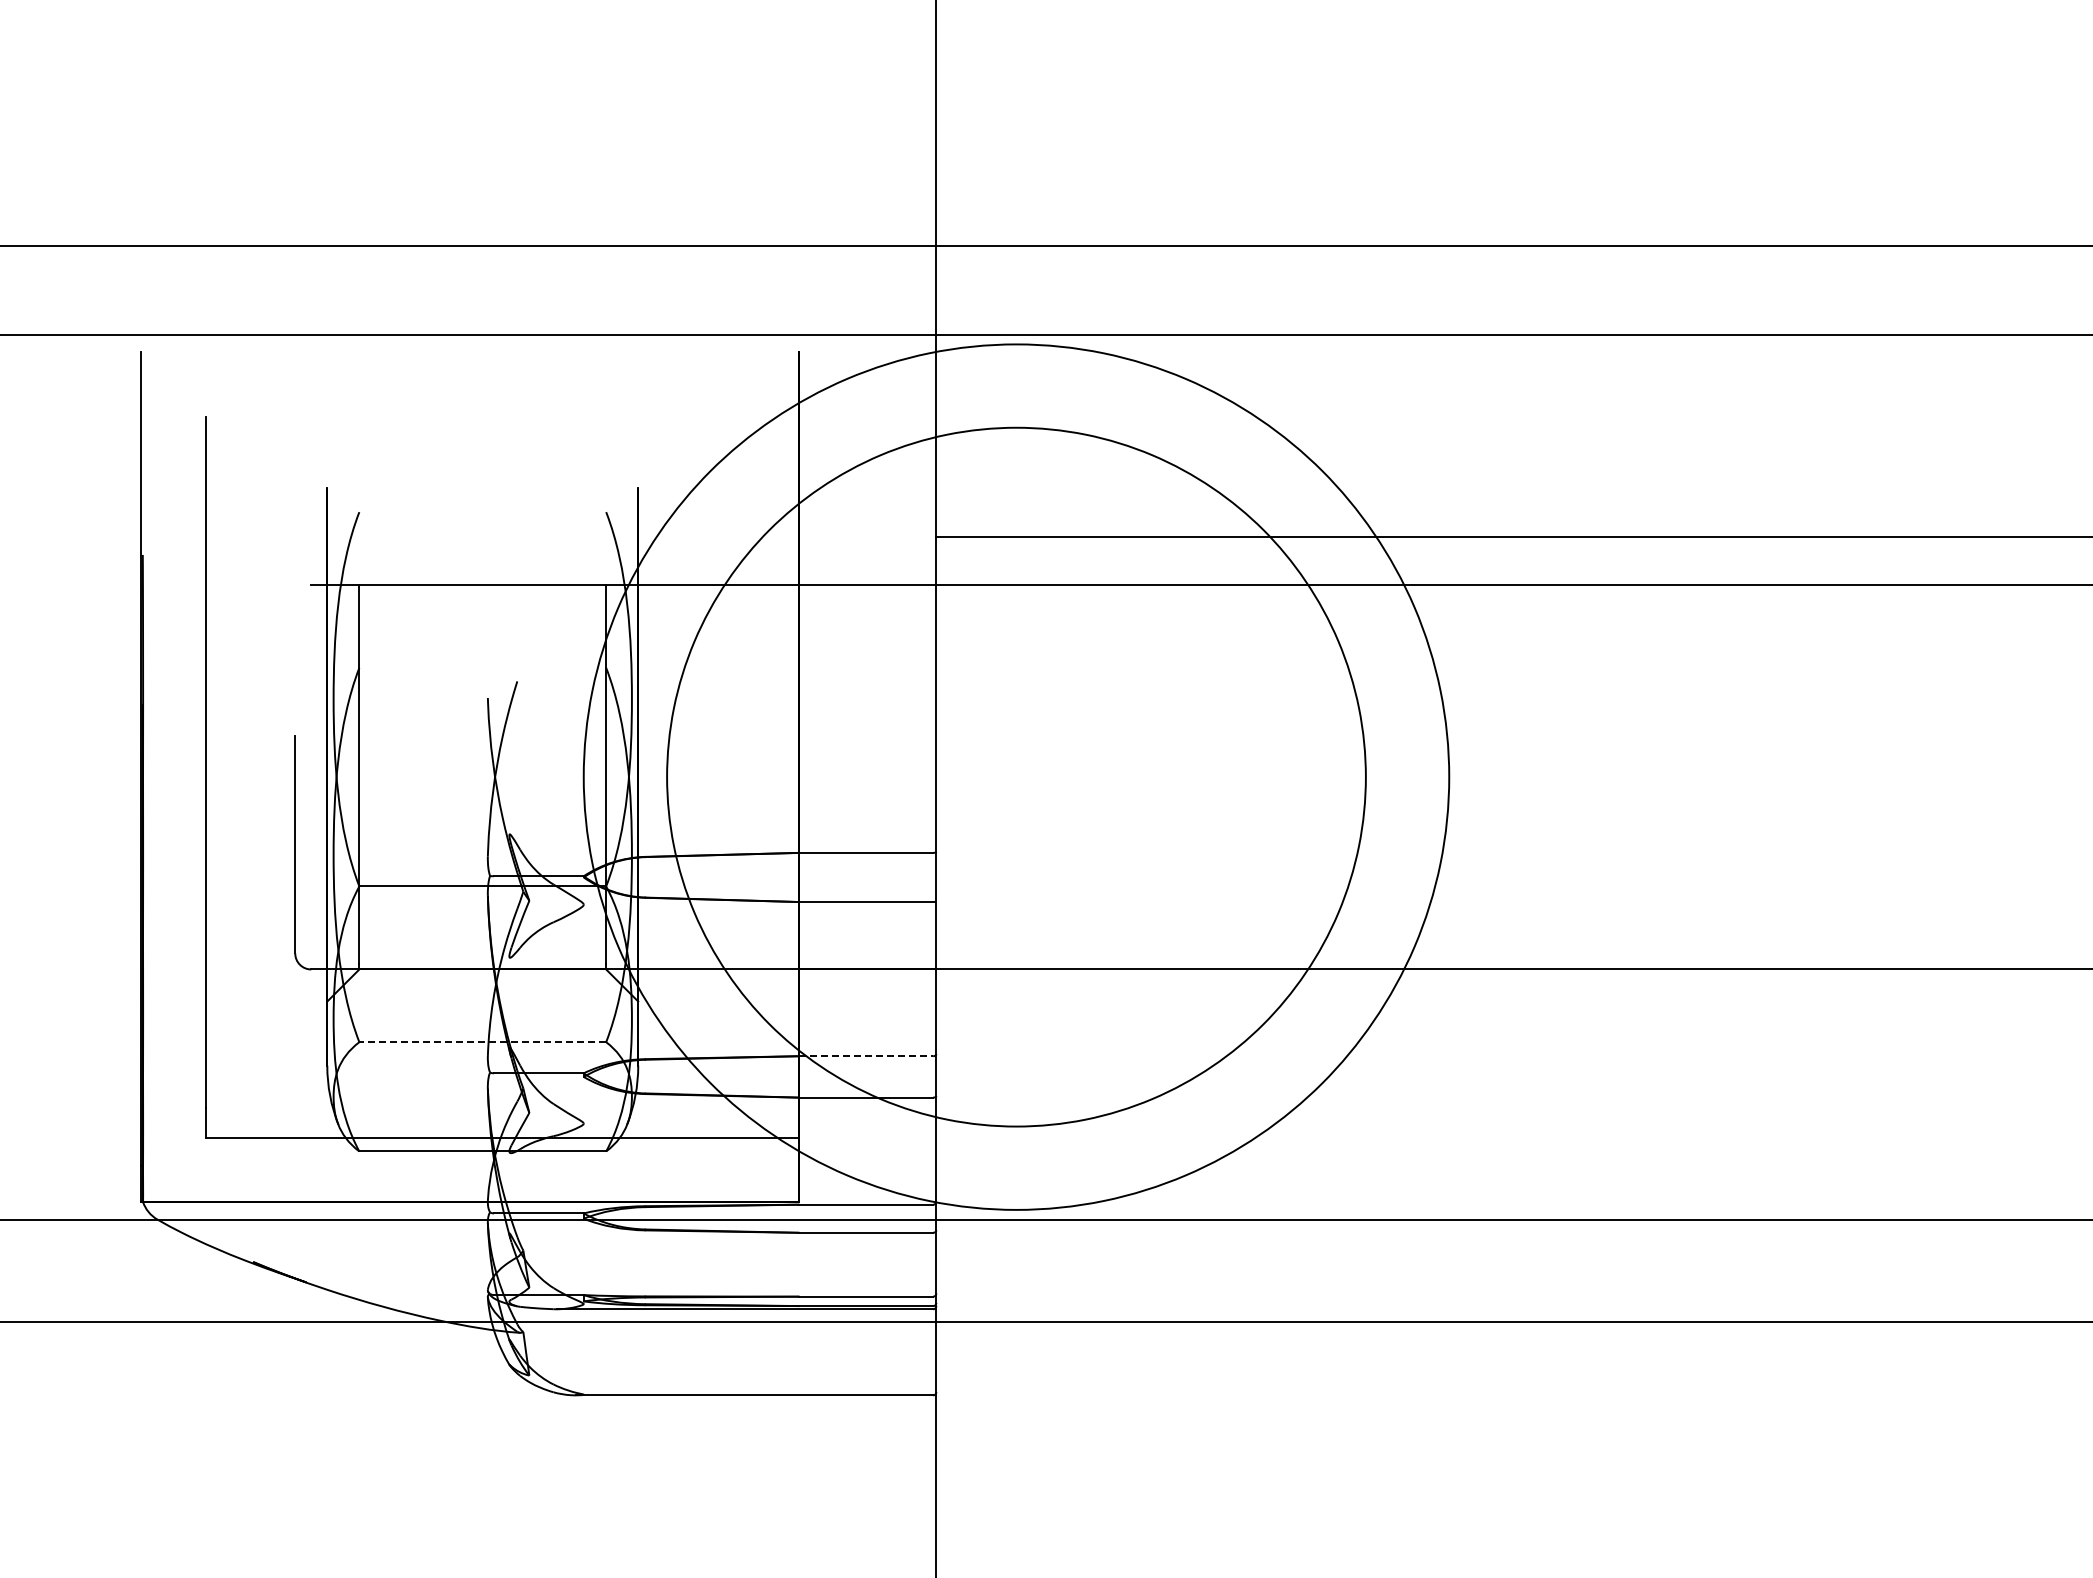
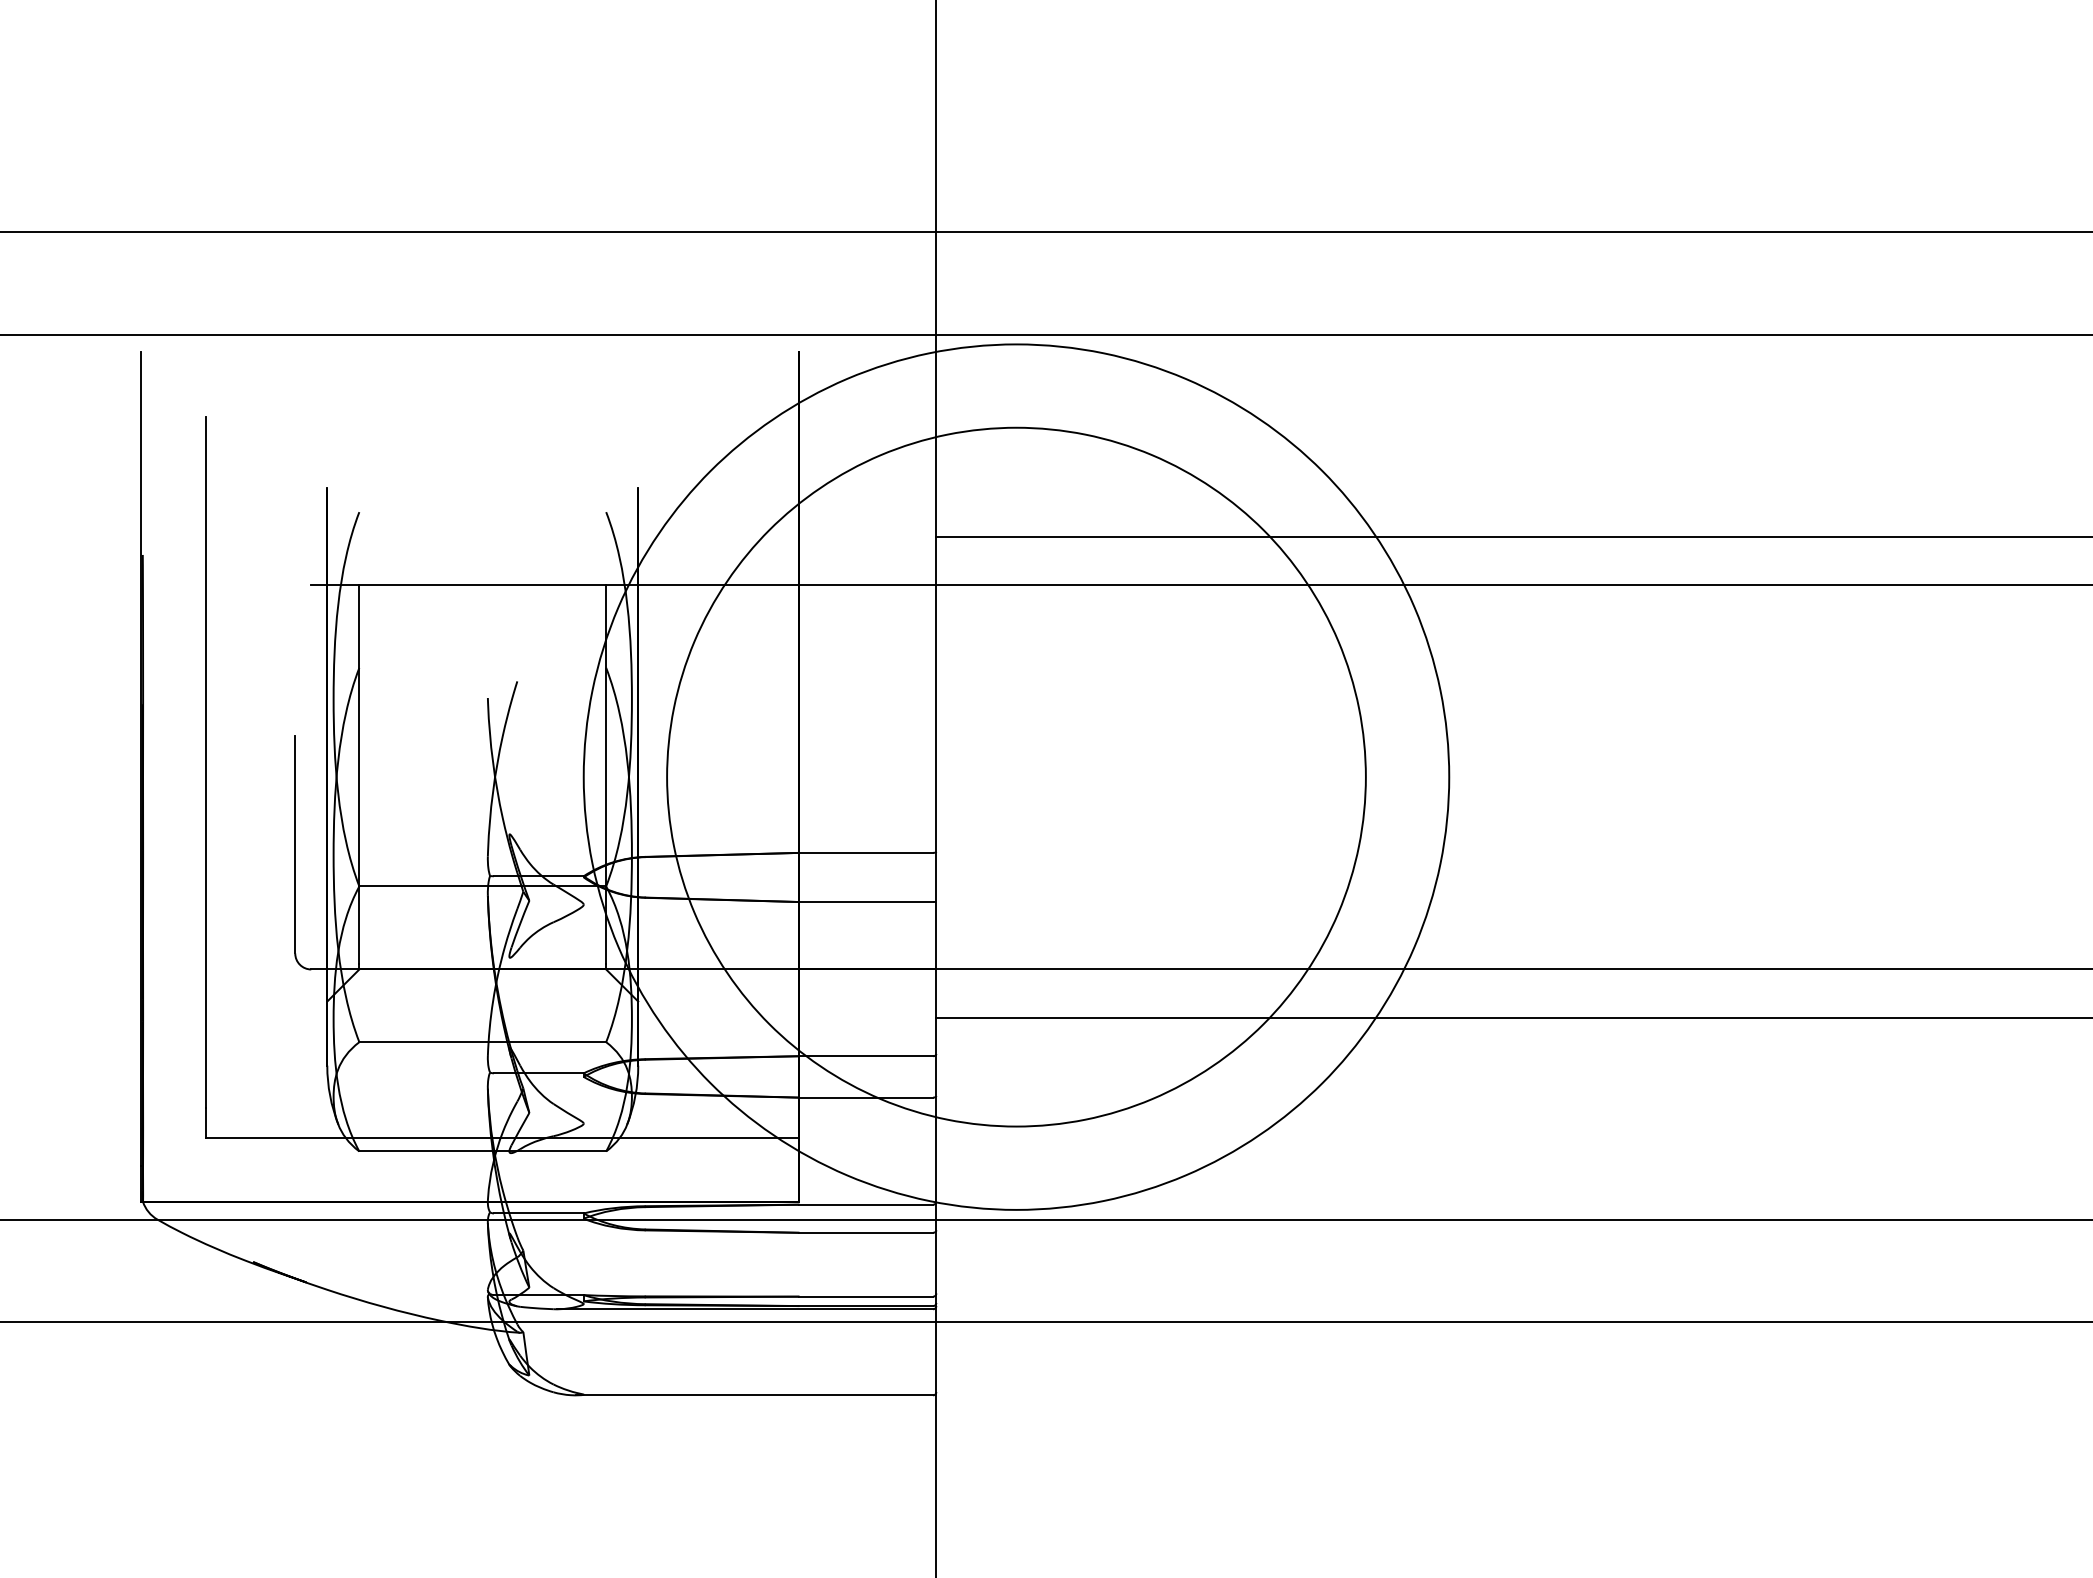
line at (1045, 246) position: (1045, 246) -> (1045, 232)
line at (1512, 1017): none -> present
line at (482, 1042): dashed -> solid
line at (866, 1056): dashed -> solid
